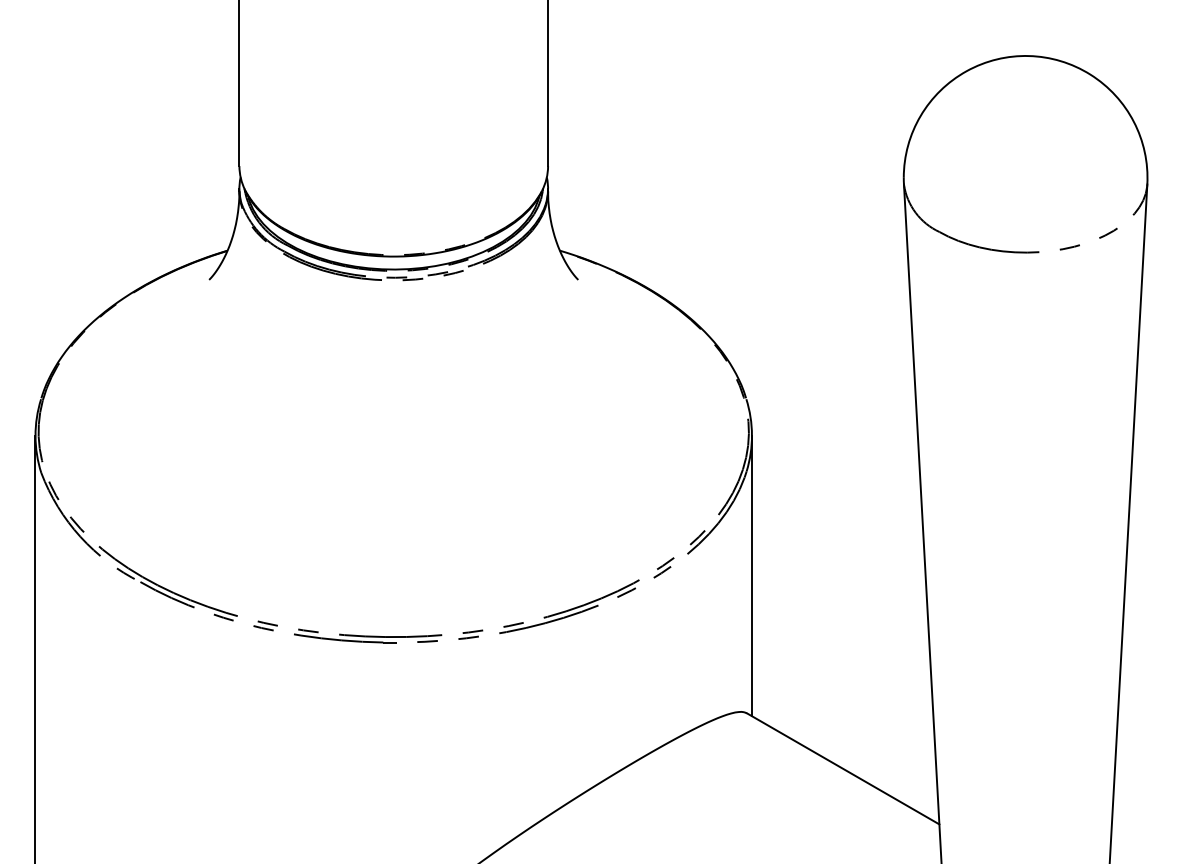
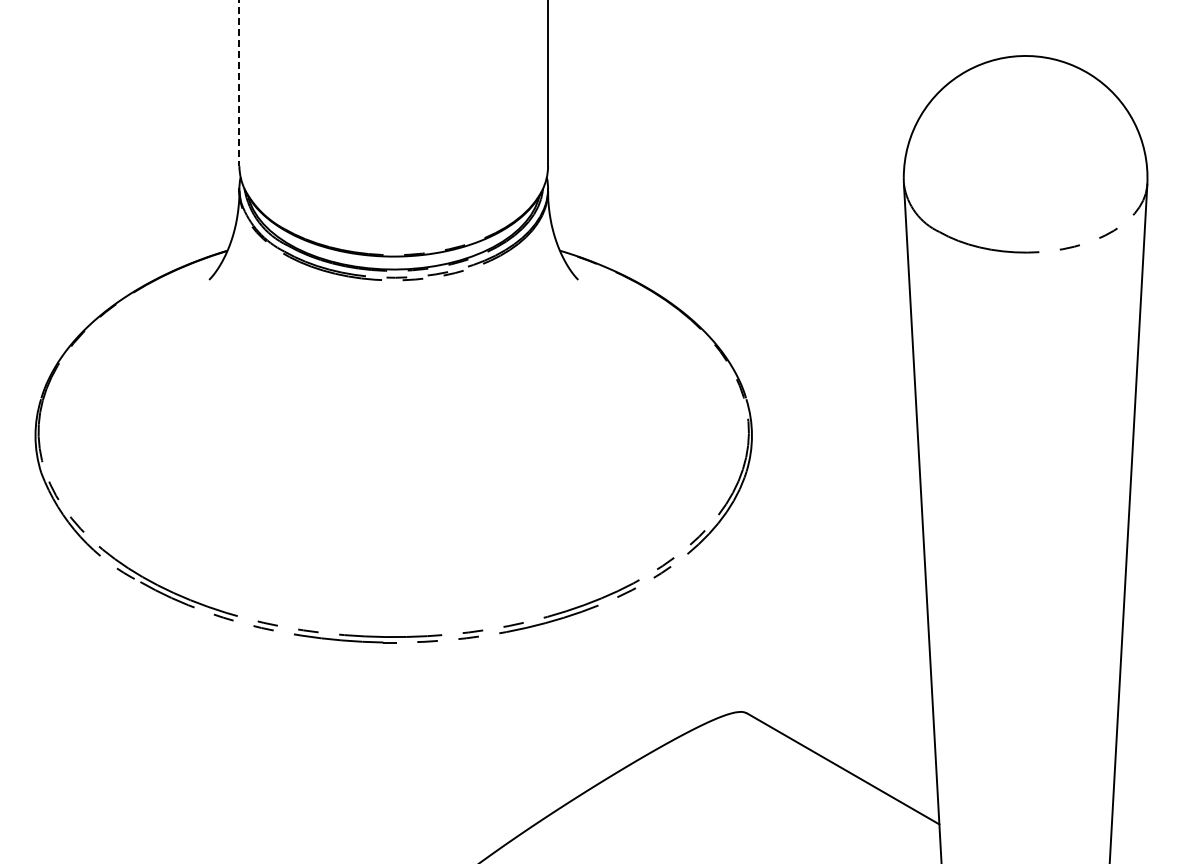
line at (239, 83): solid -> dashed
line at (752, 575): present -> none
line at (35, 647): present -> none
